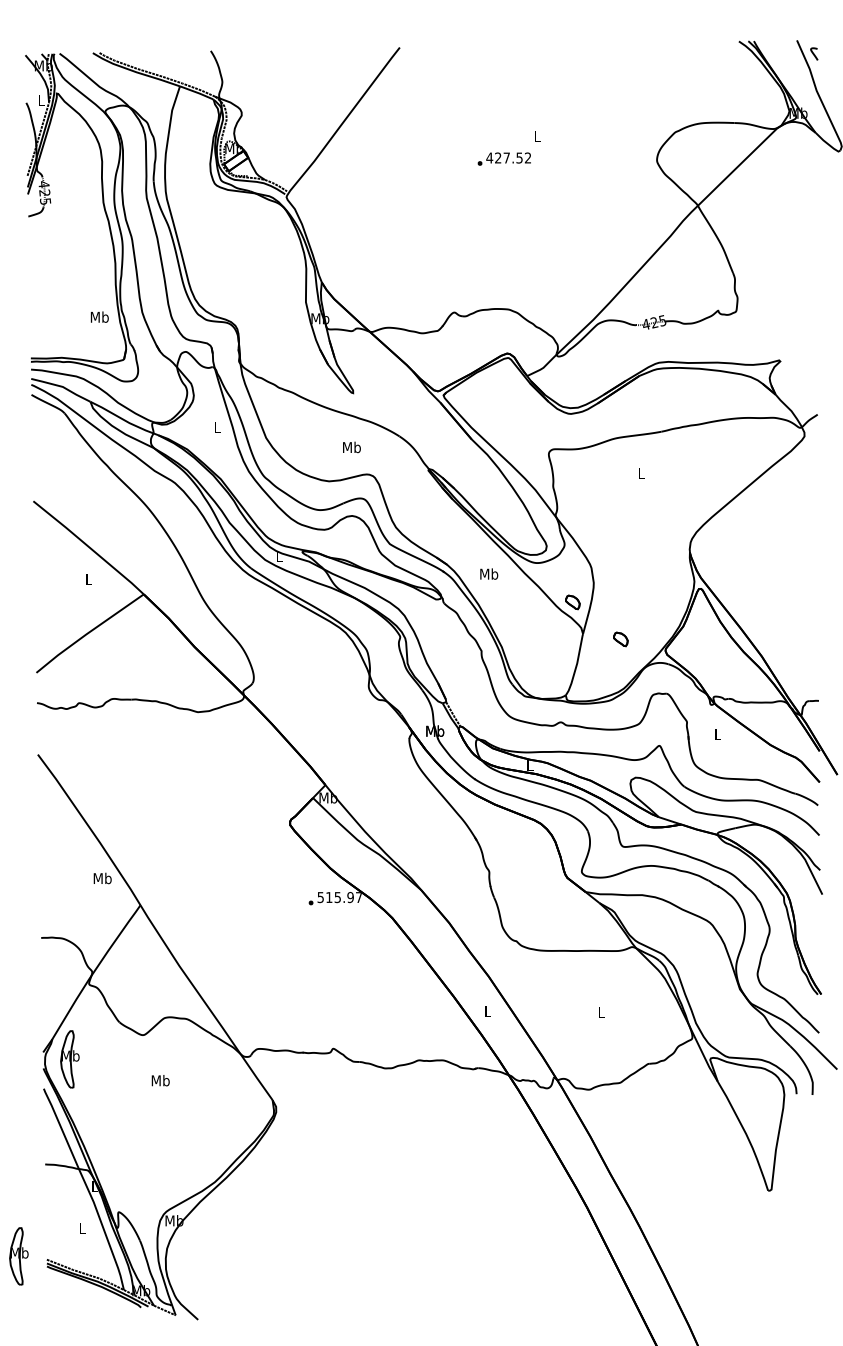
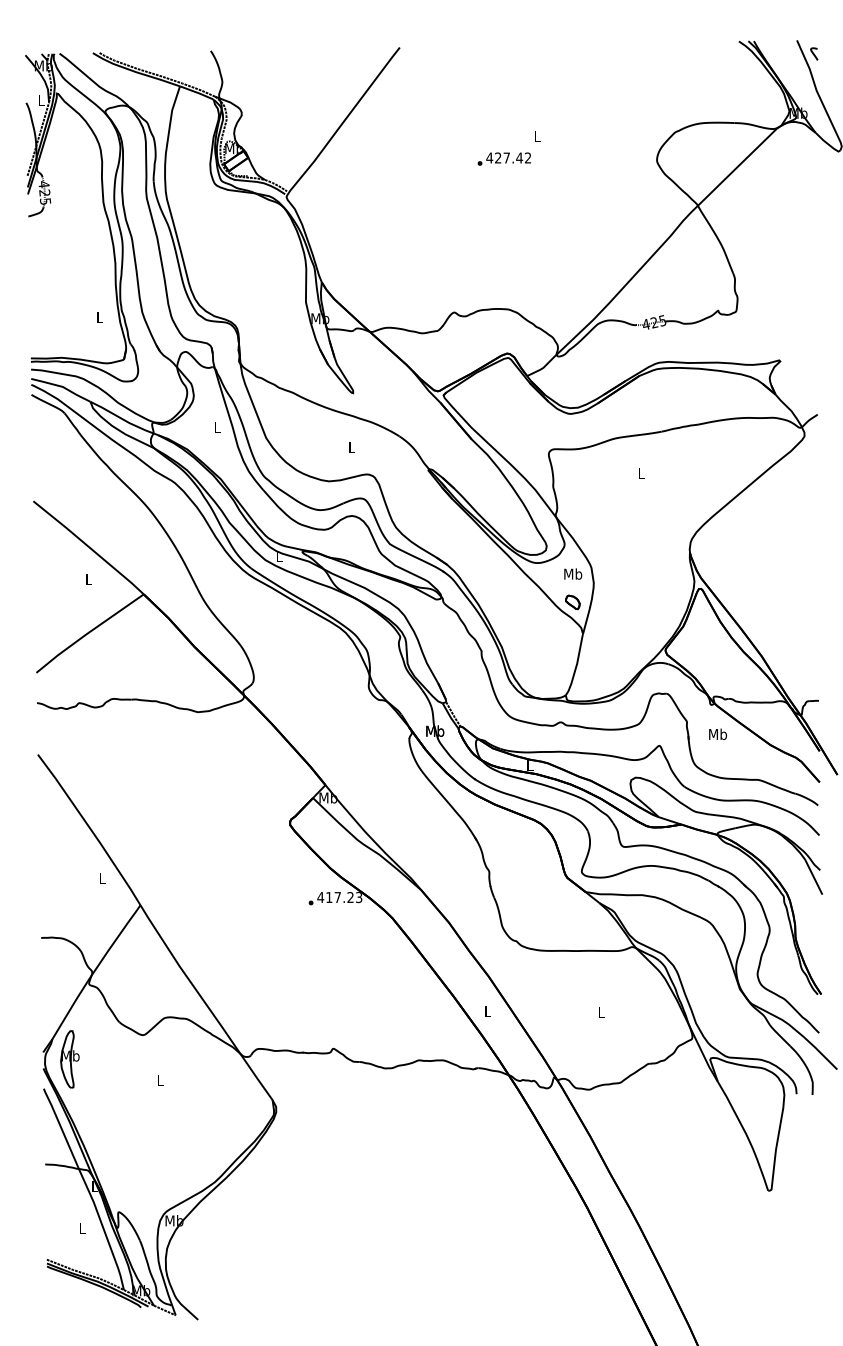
text at (519, 157): 427.52 -> 427.42
text at (99, 316): Mb -> L
text at (351, 447): Mb -> L
text at (489, 573) position: (489, 573) -> (573, 573)
part at (620, 639): present -> none
text at (717, 733): L -> Mb
text at (102, 878): Mb -> L
text at (339, 897): 515.97 -> 417.23
text at (160, 1080): Mb -> L
part at (18, 1256): present -> none
